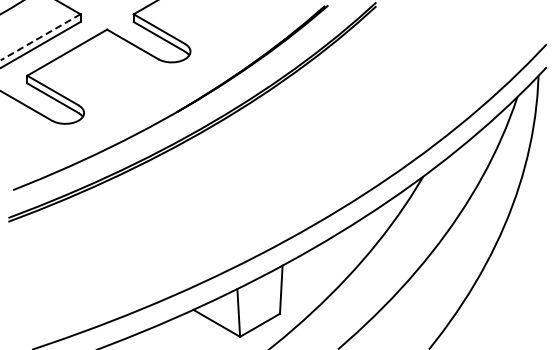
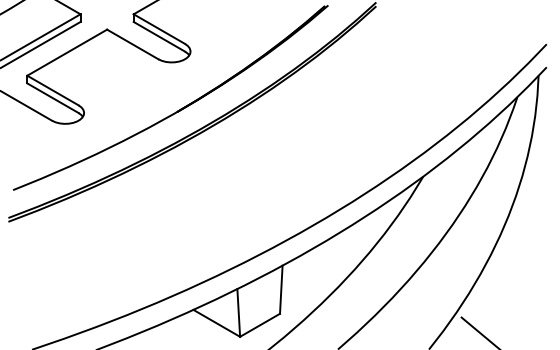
line at (40, 37): dashed -> solid
line at (478, 331): none -> present
